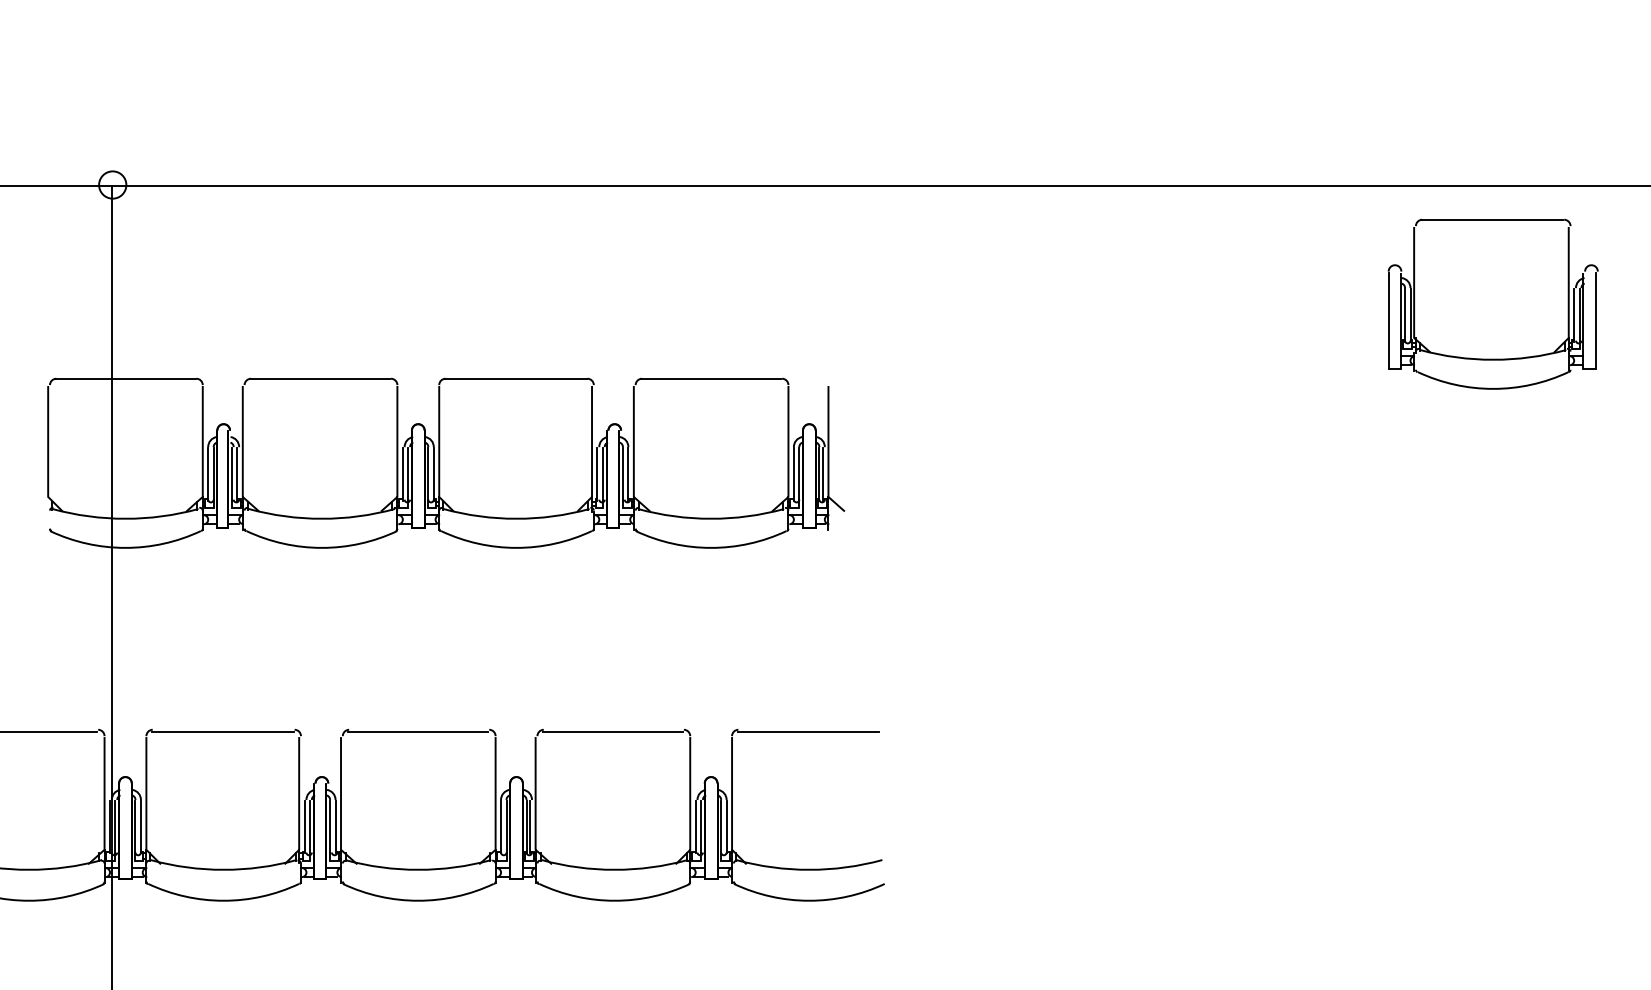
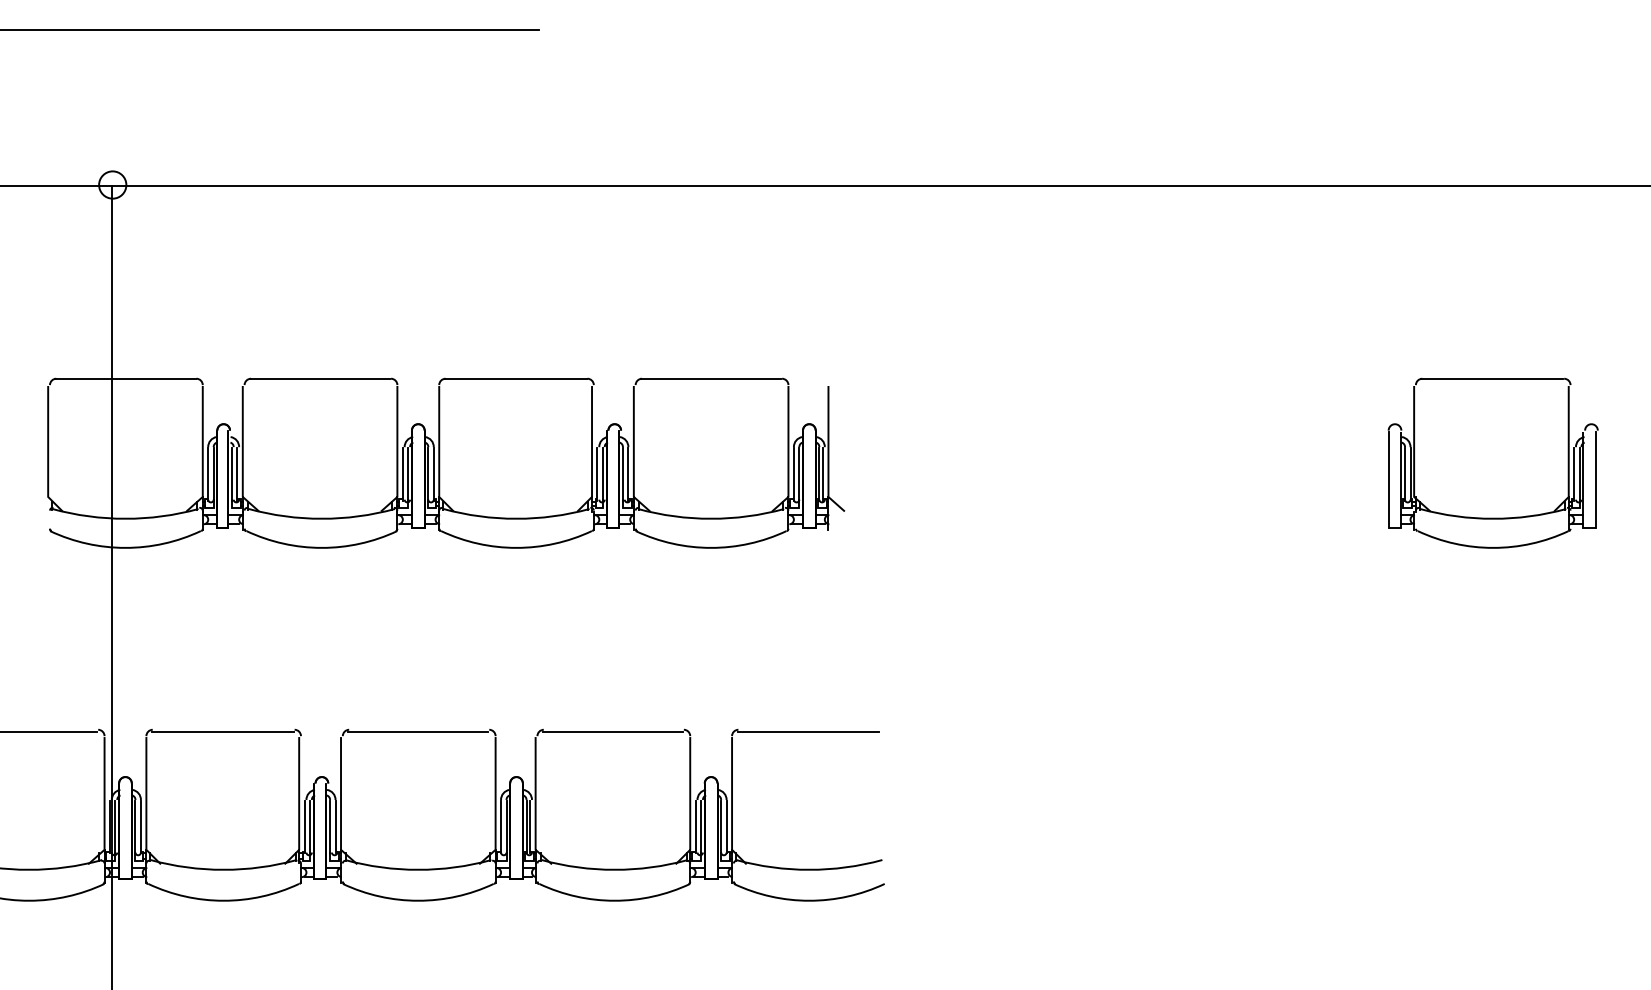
line at (270, 29): none -> present
part at (1492, 358) position: (1492, 358) -> (1492, 517)
